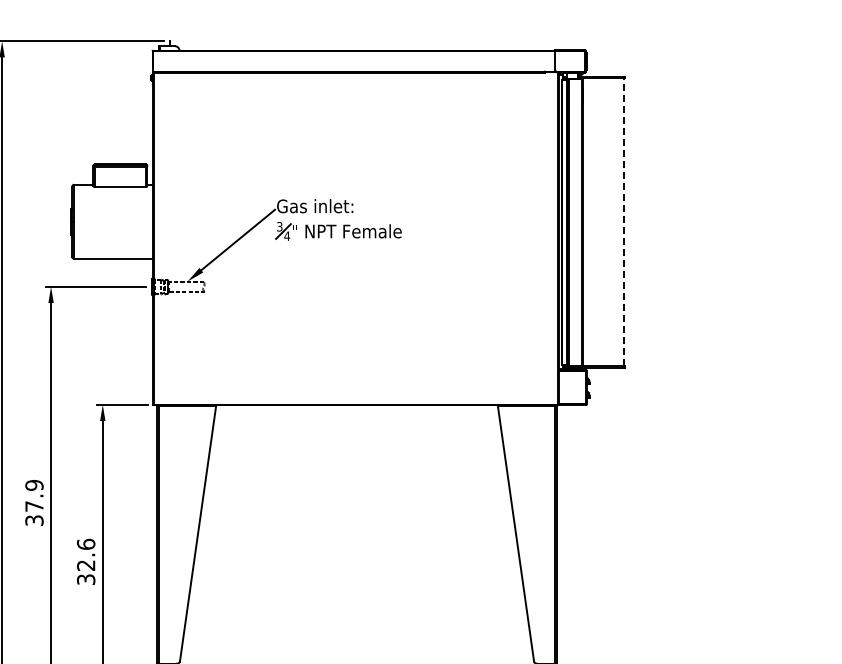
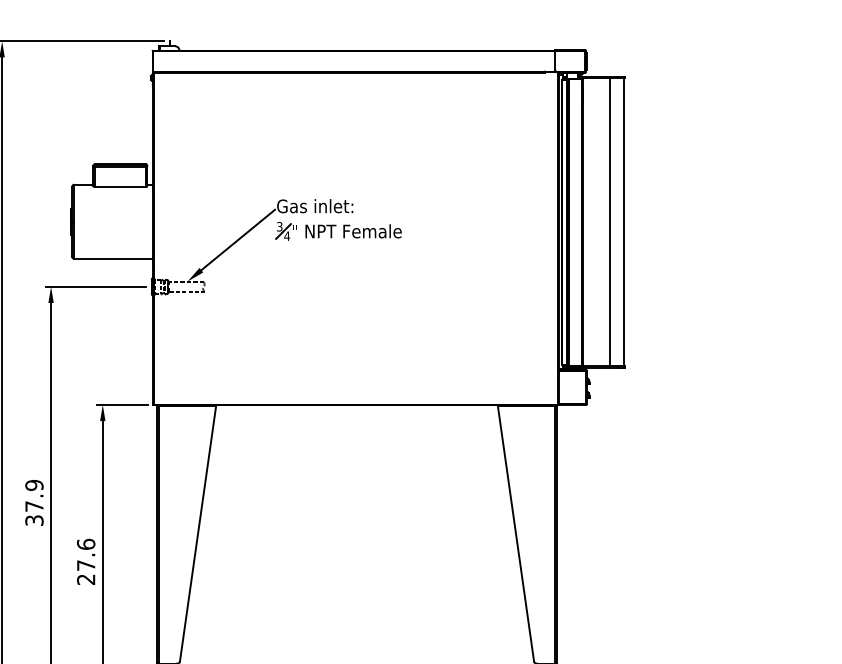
line at (624, 221): dashed -> solid
line at (609, 222): none -> present
text at (86, 572): 32.6 -> 27.6
